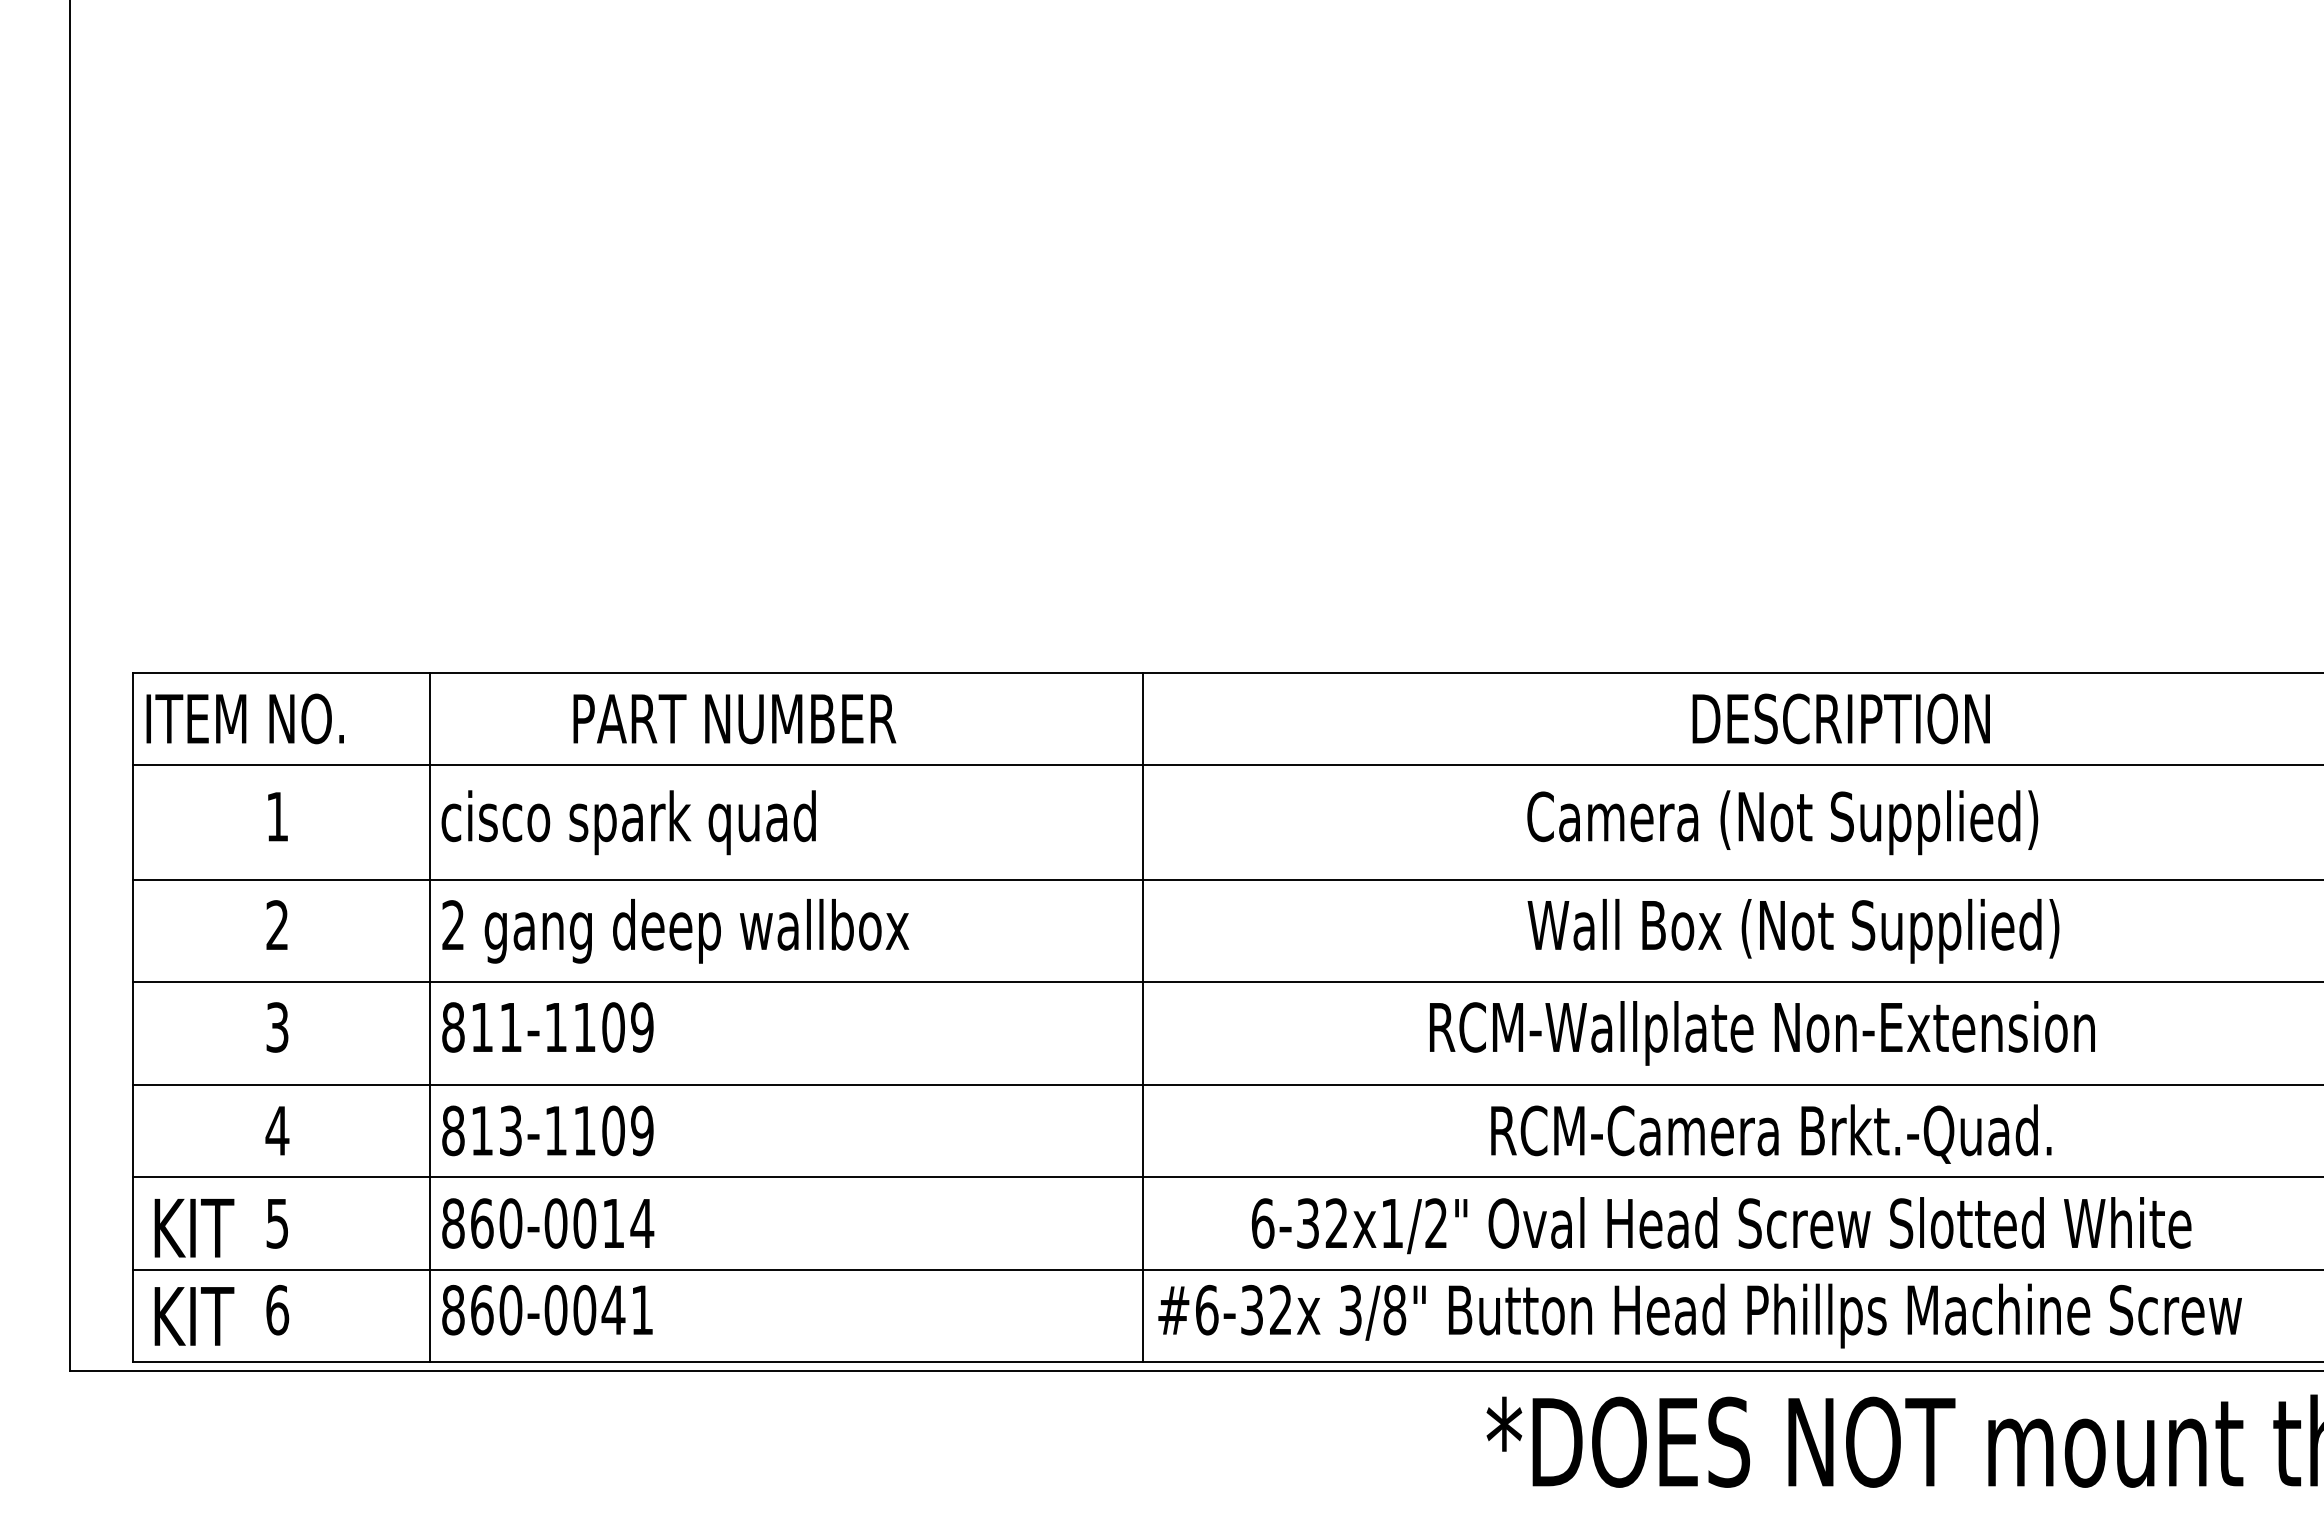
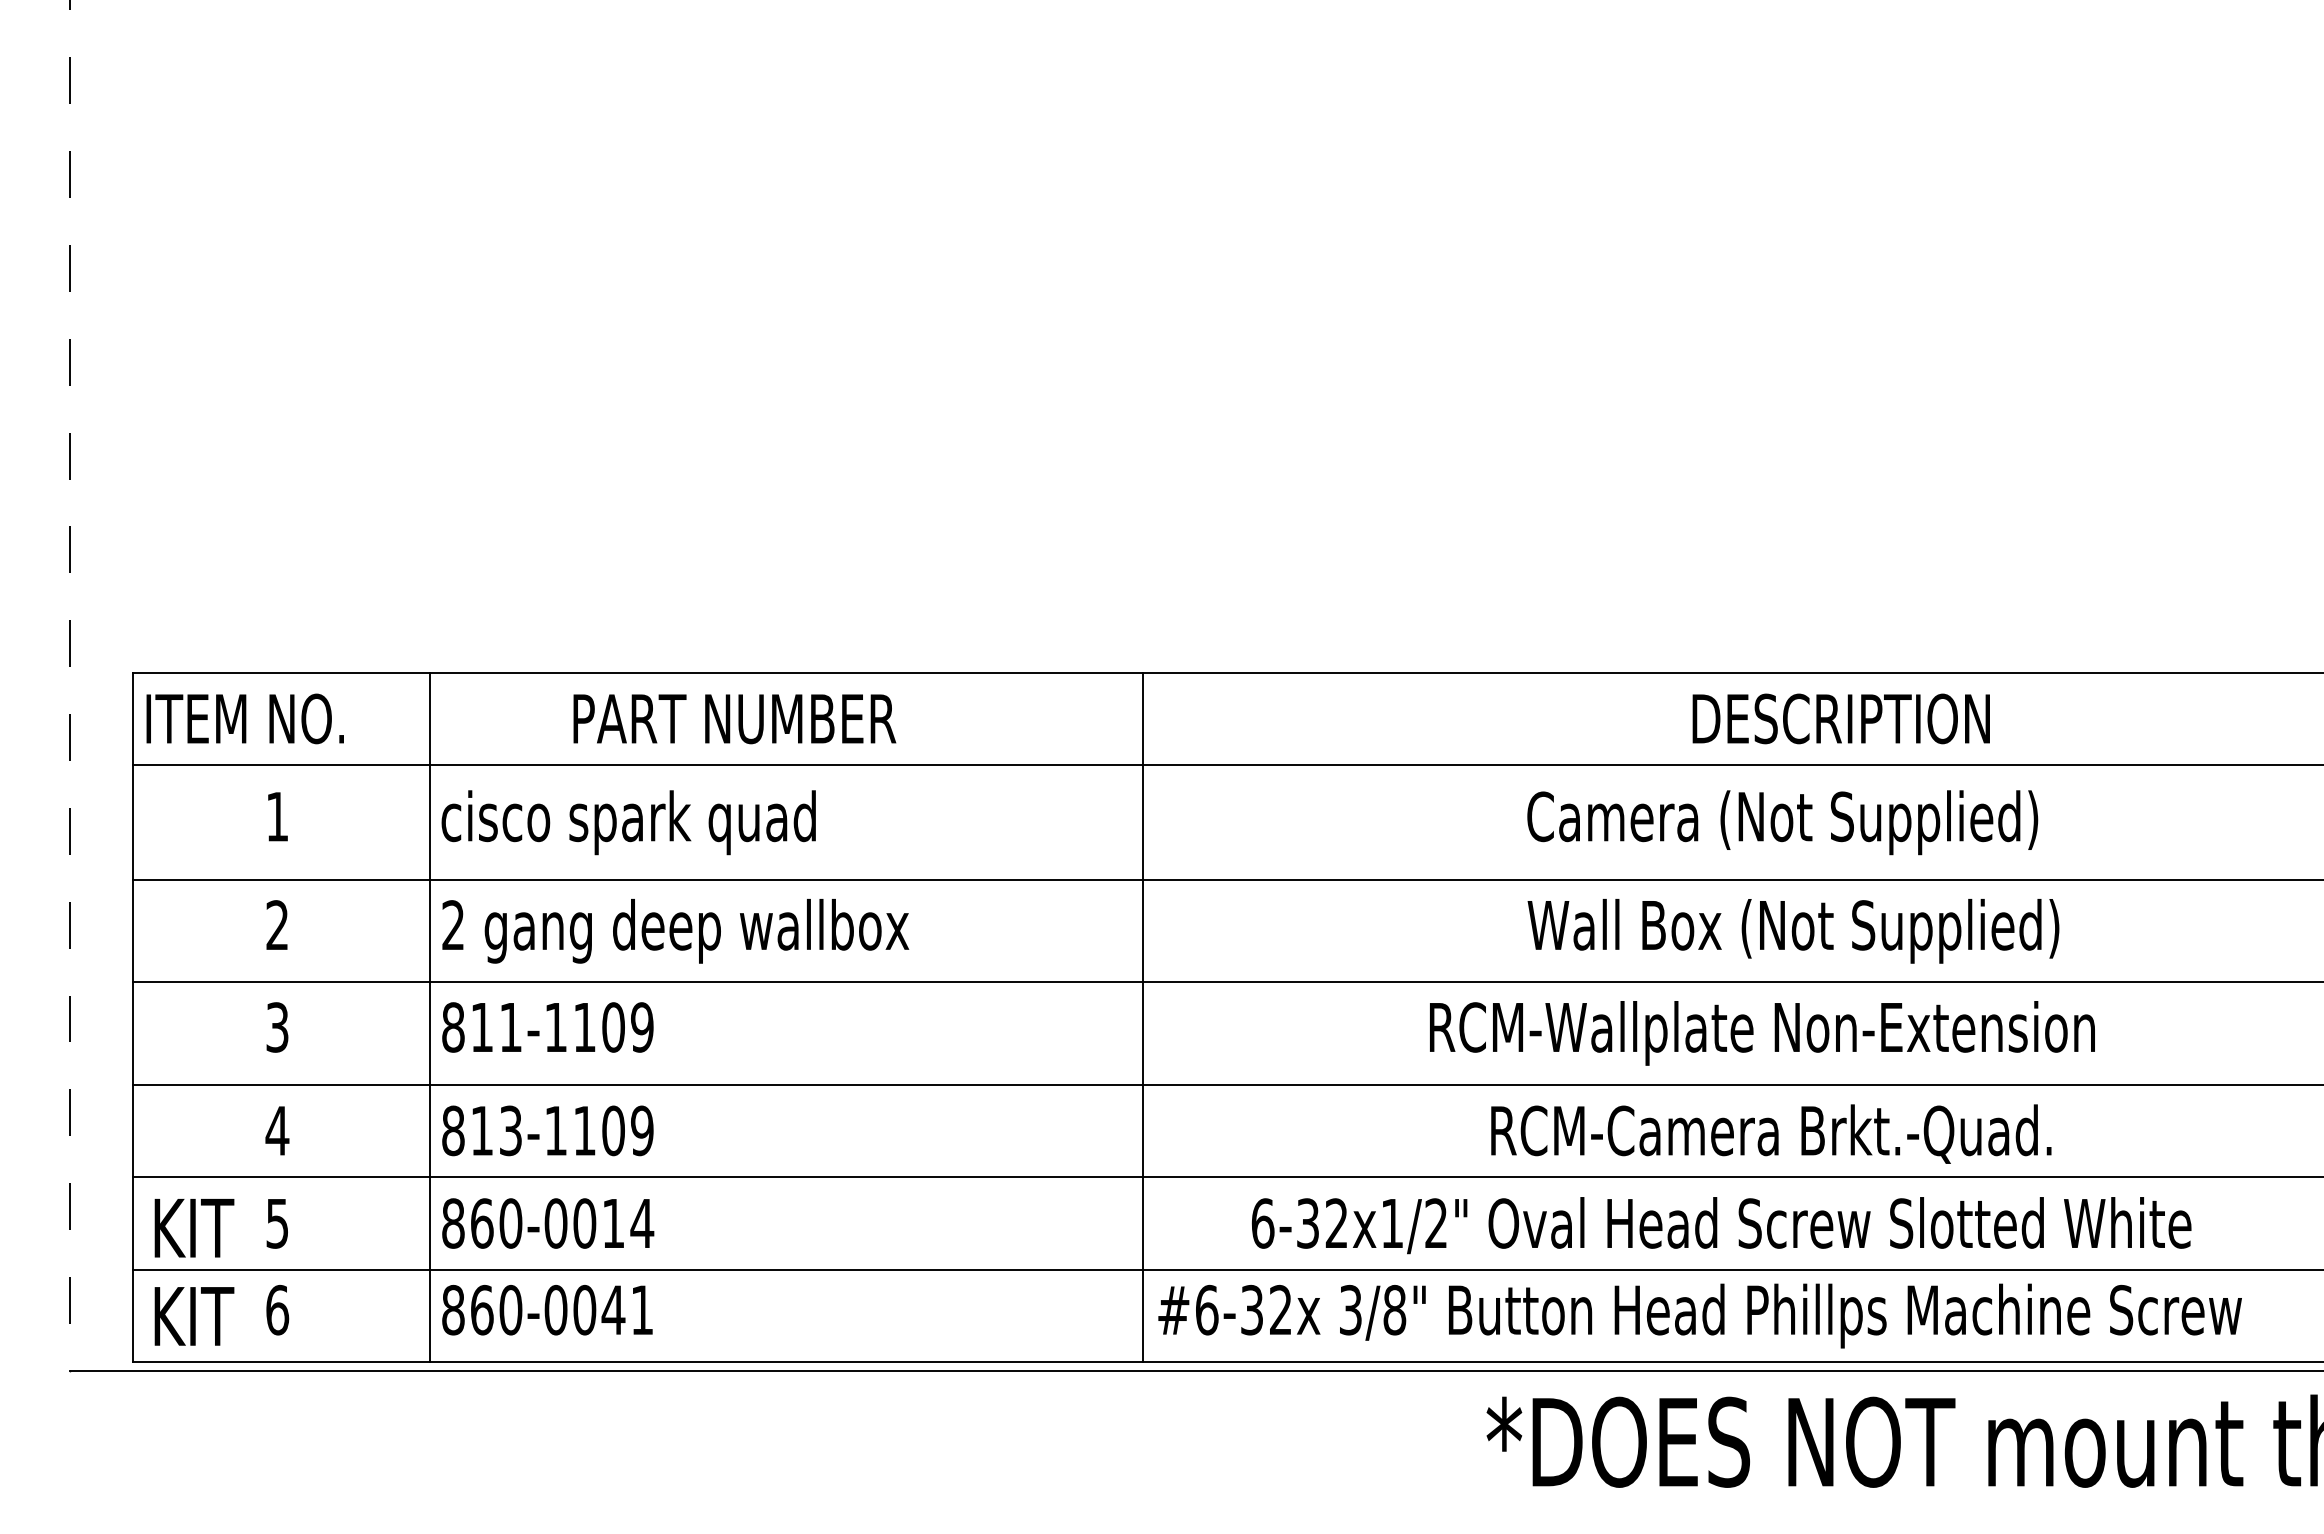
line at (69, 686): solid -> dashed
